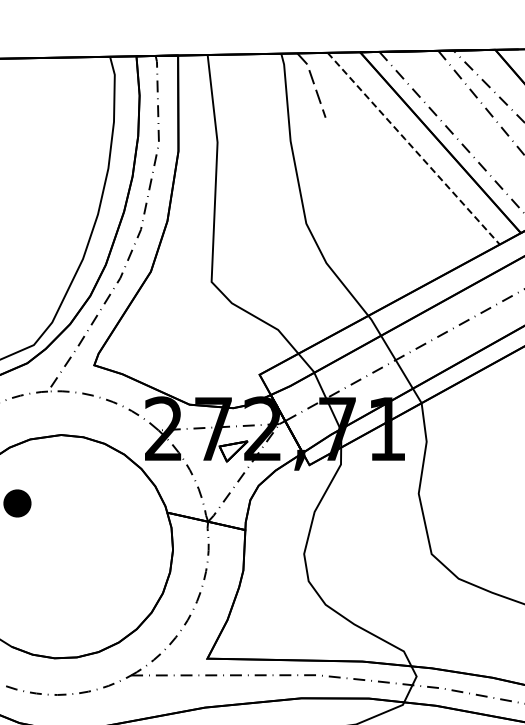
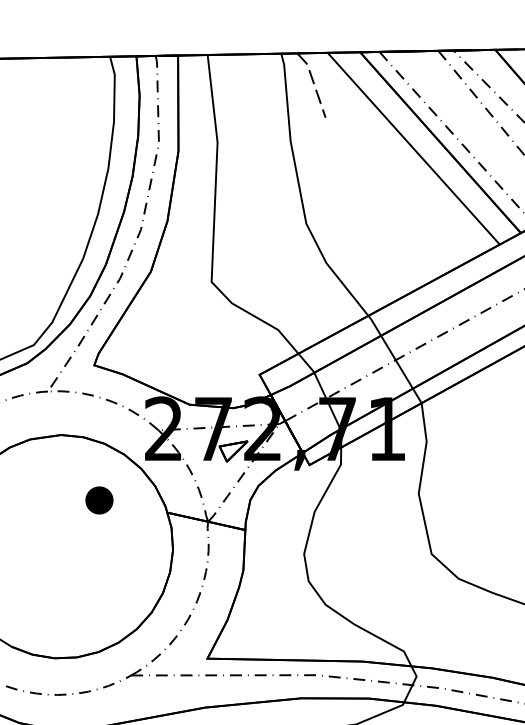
line at (413, 148): dashed -> solid
part at (17, 503) position: (17, 503) -> (99, 500)
